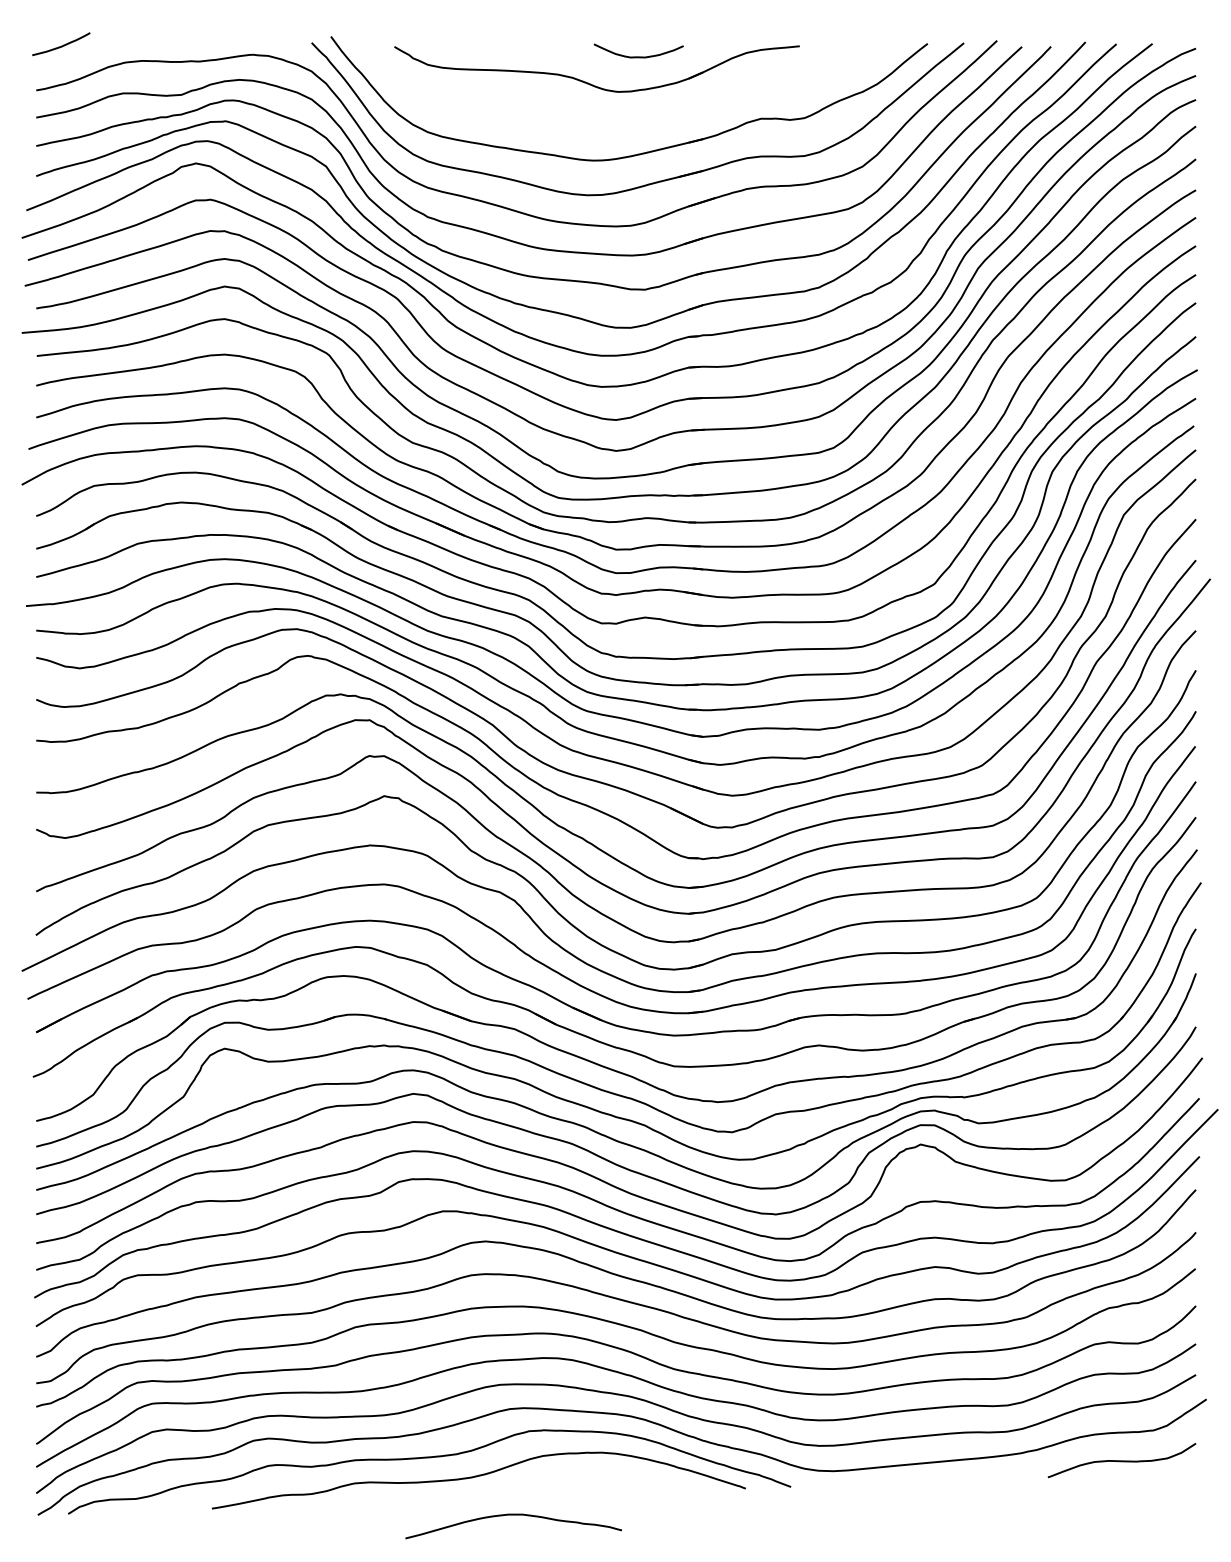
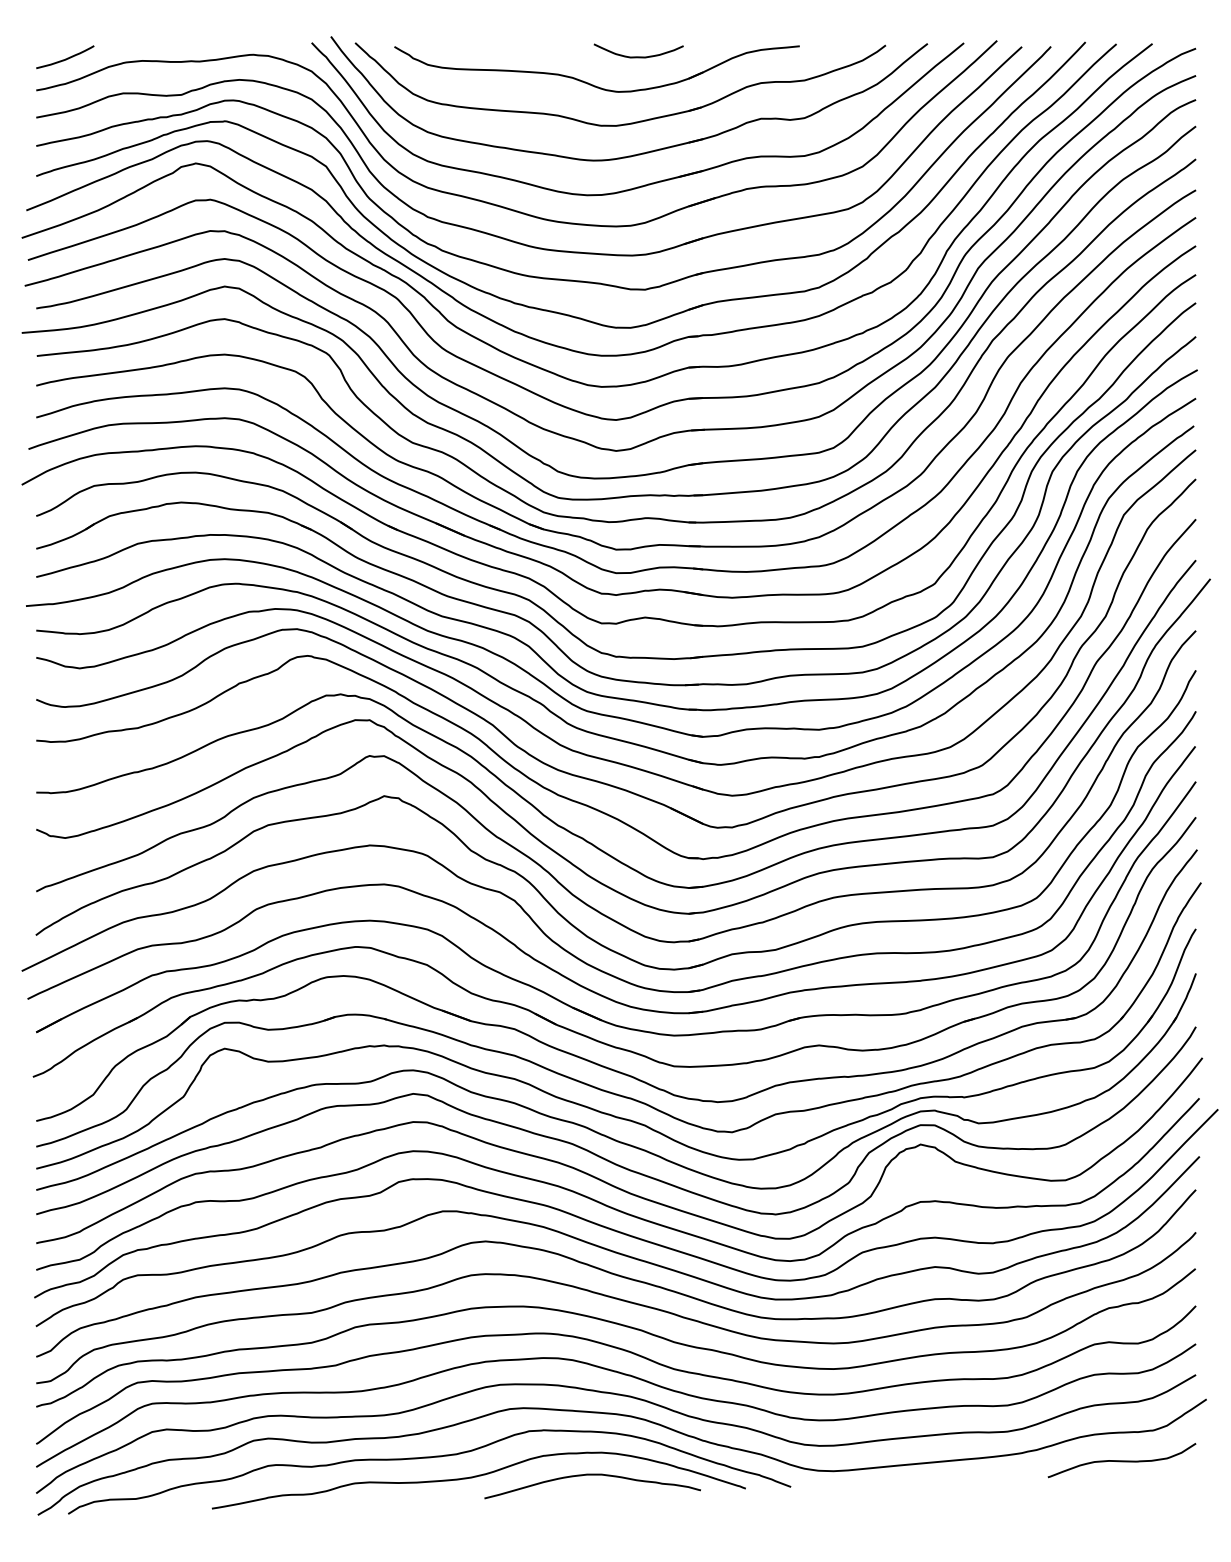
curve at (61, 45) position: (61, 45) -> (65, 58)
part at (623, 123): none -> present
curve at (513, 1515) position: (513, 1515) -> (592, 1475)
